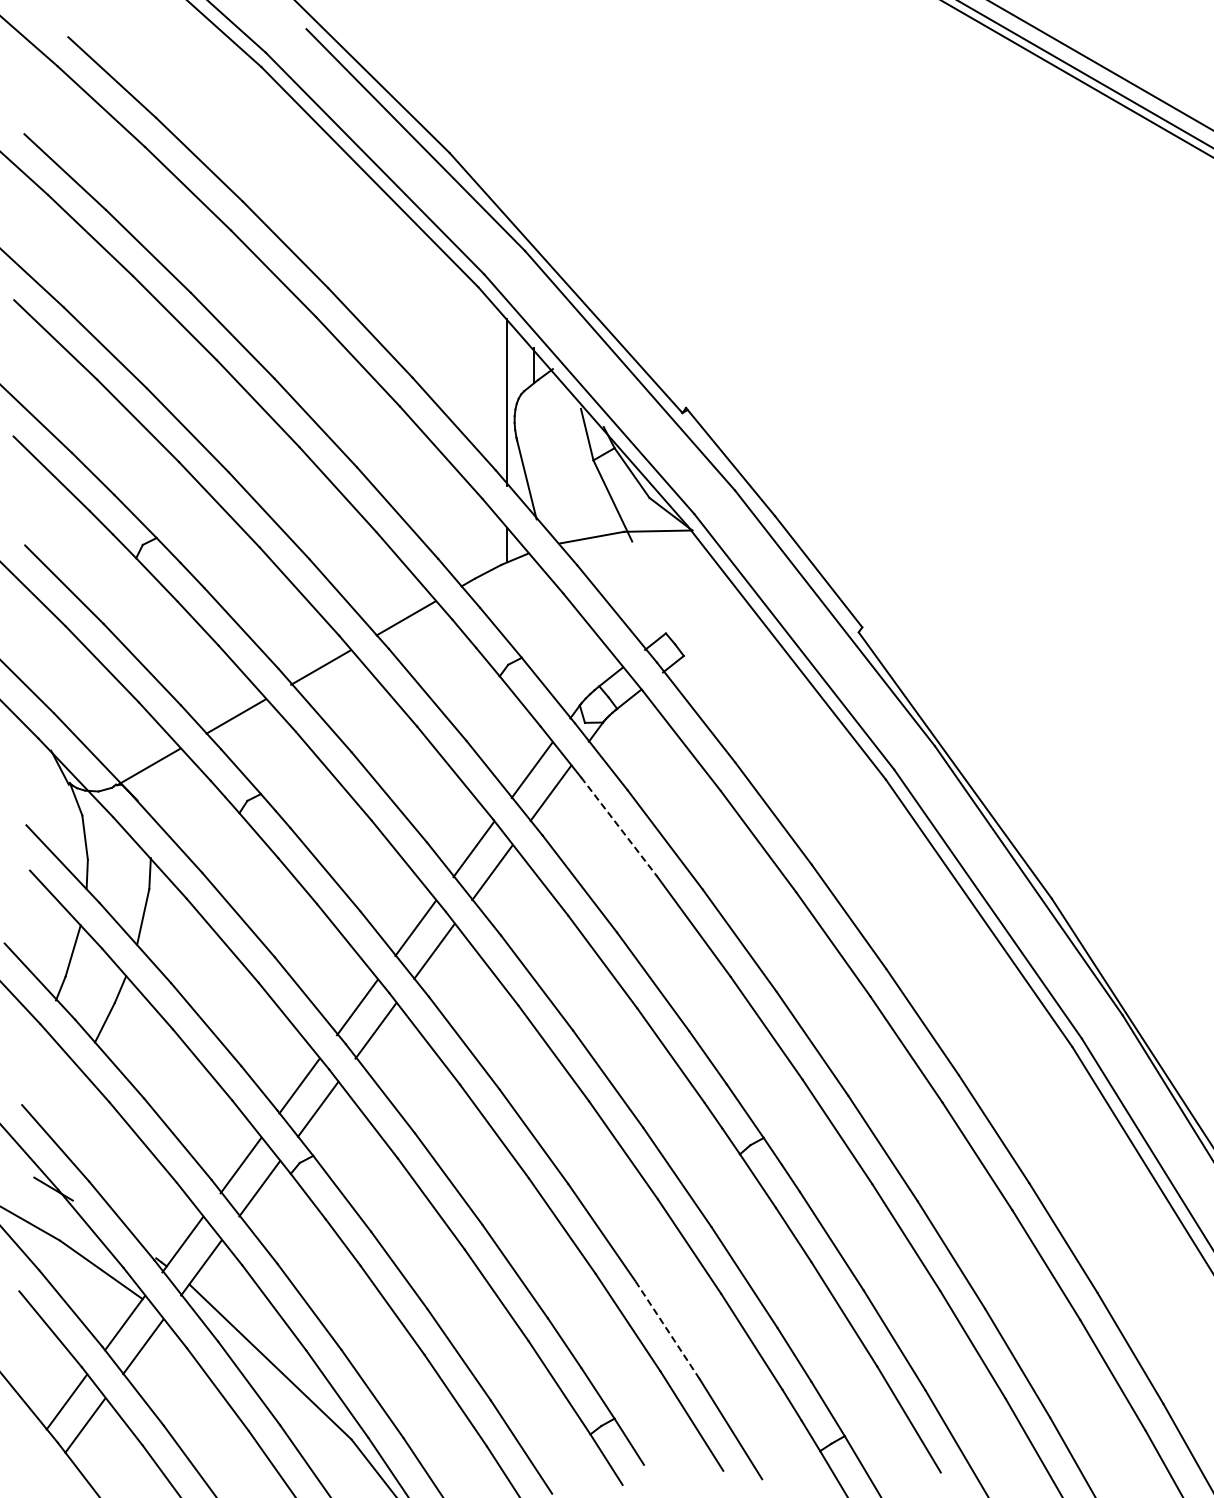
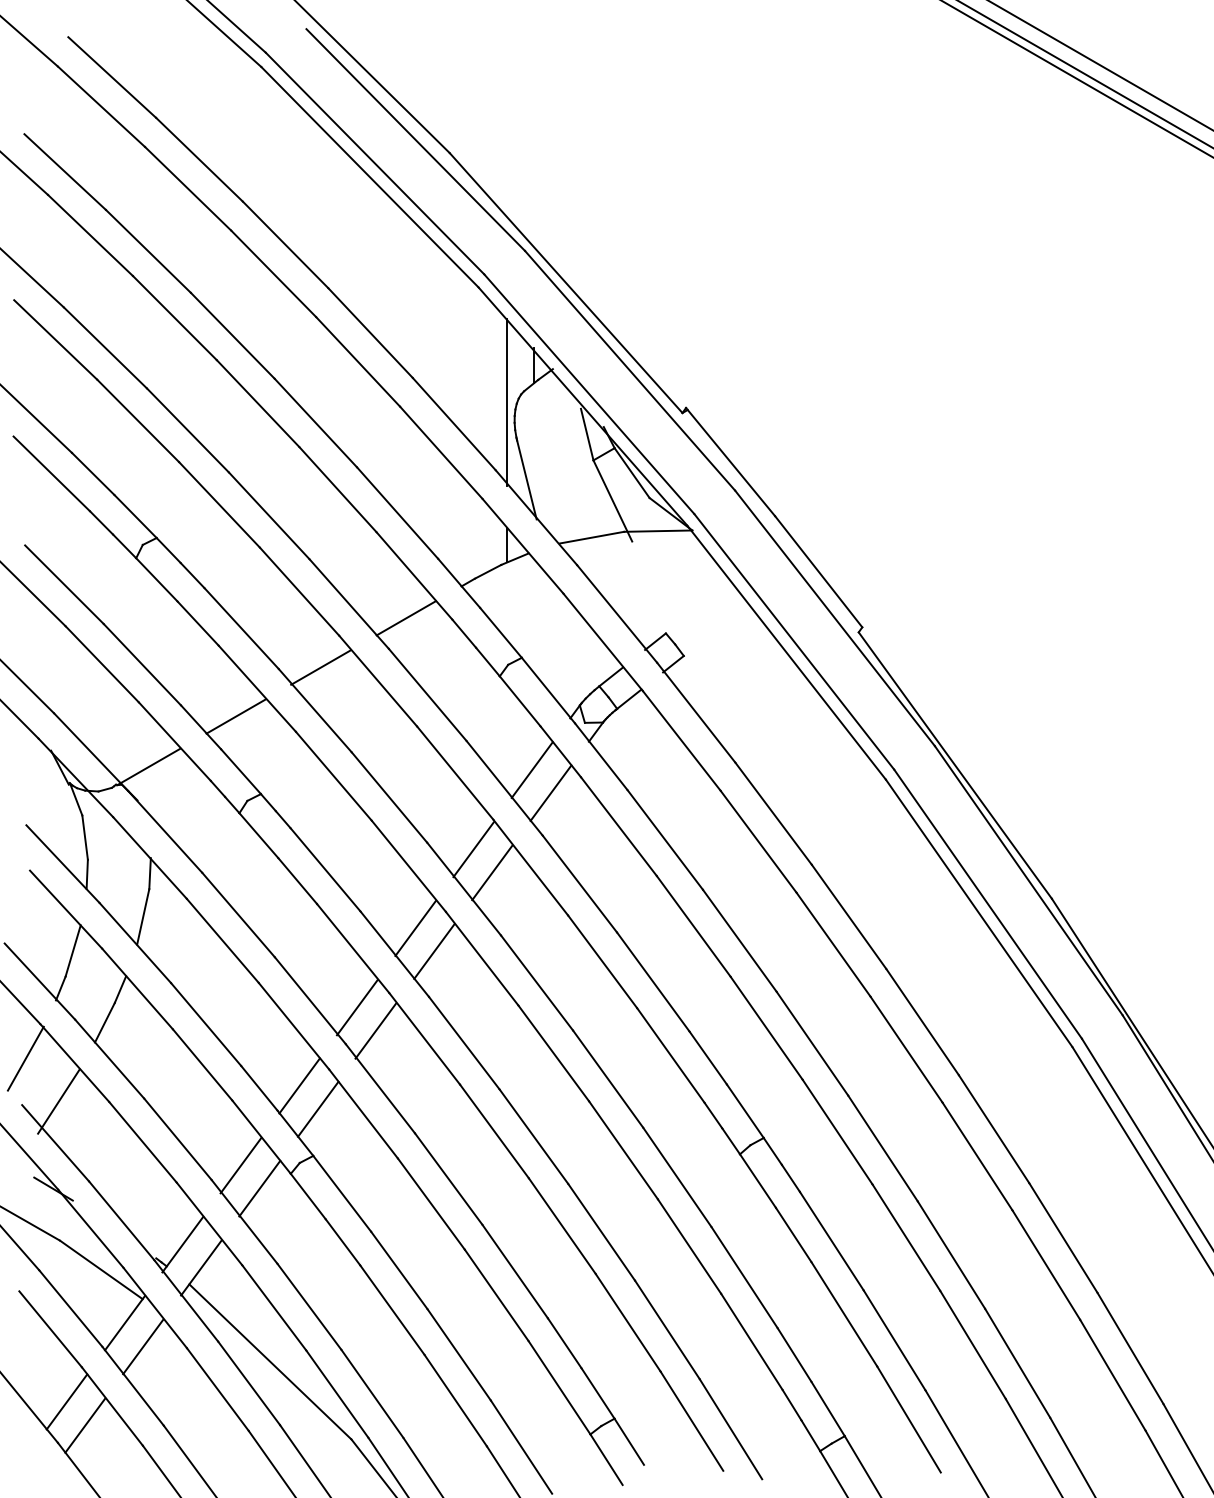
line at (619, 827): dashed -> solid
line at (25, 1058): none -> present
line at (58, 1101): none -> present
line at (667, 1329): dashed -> solid
